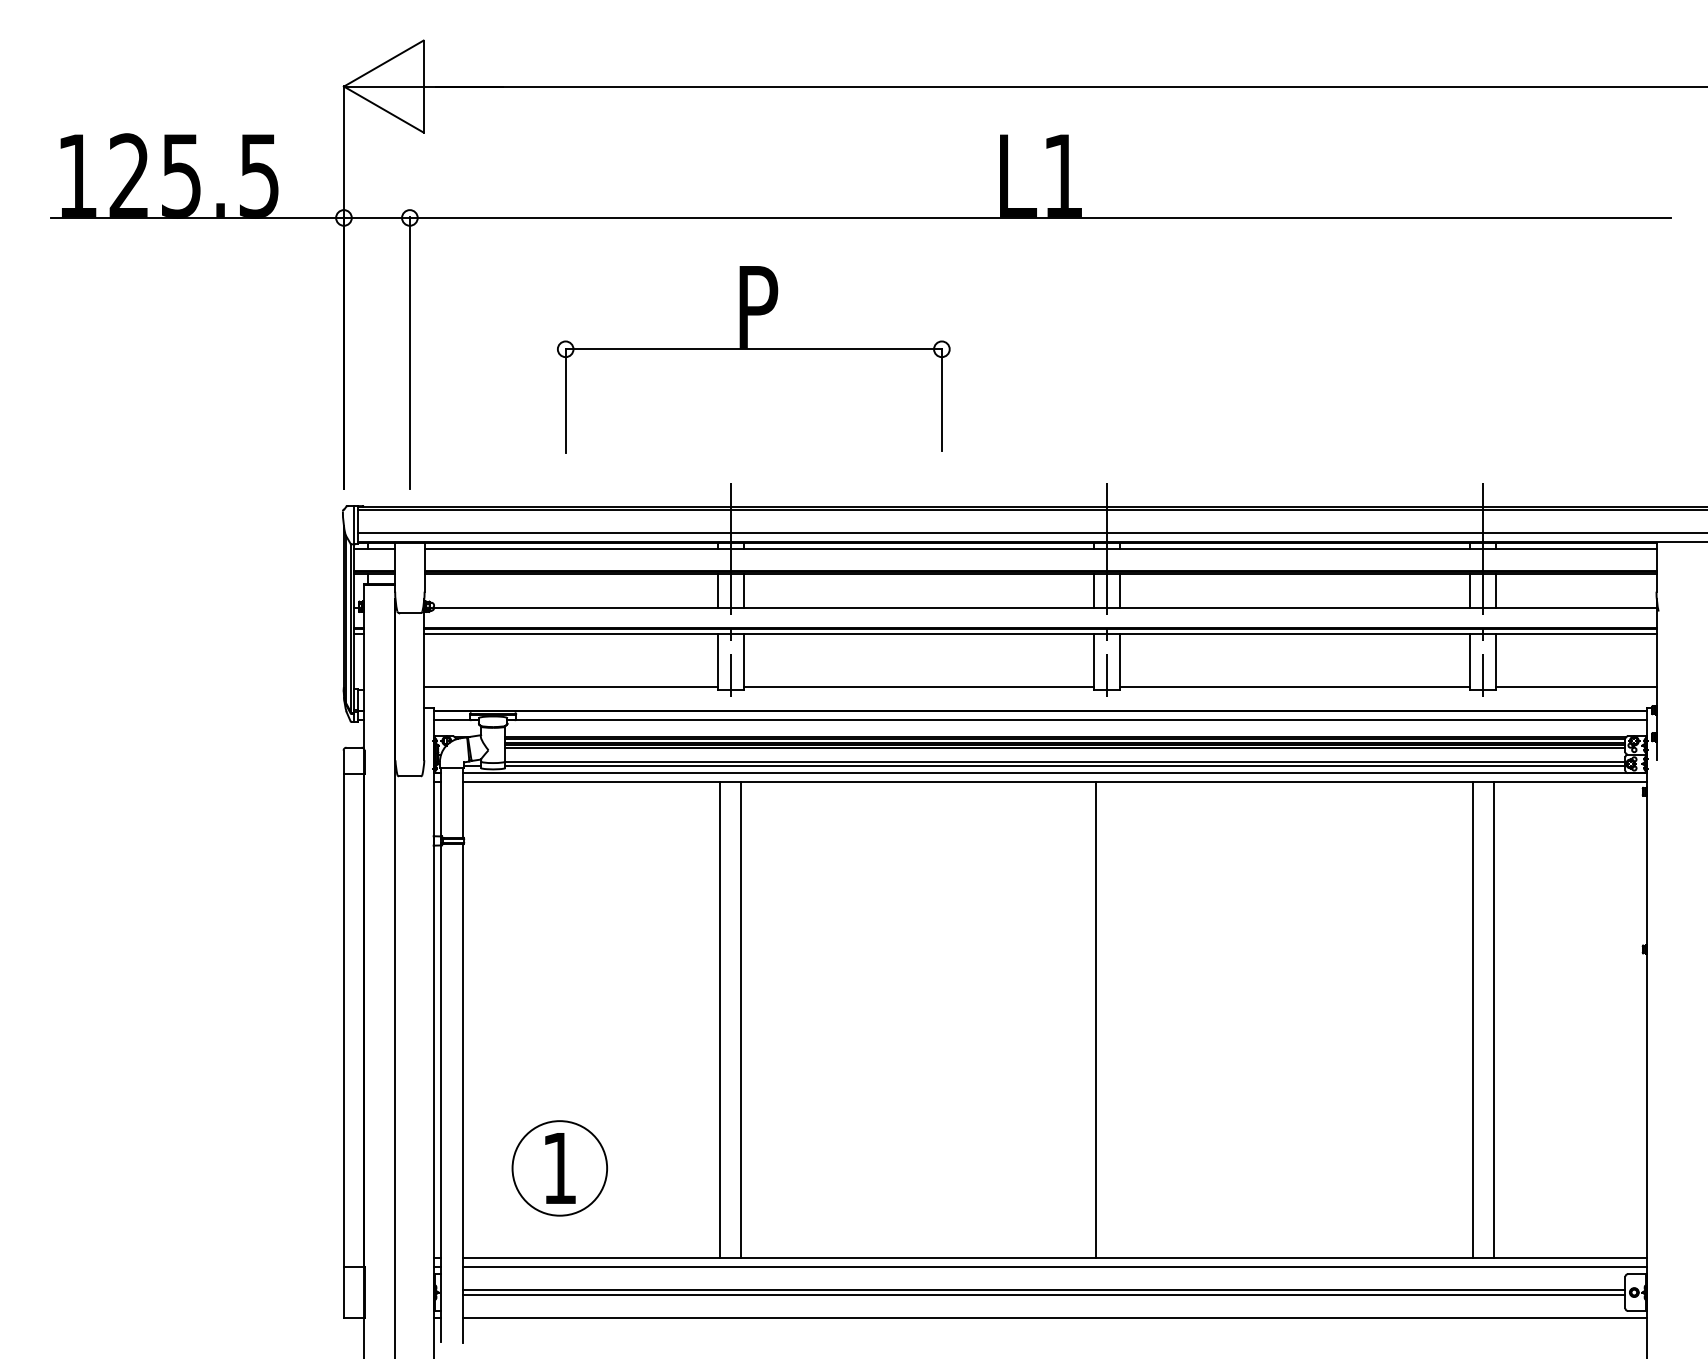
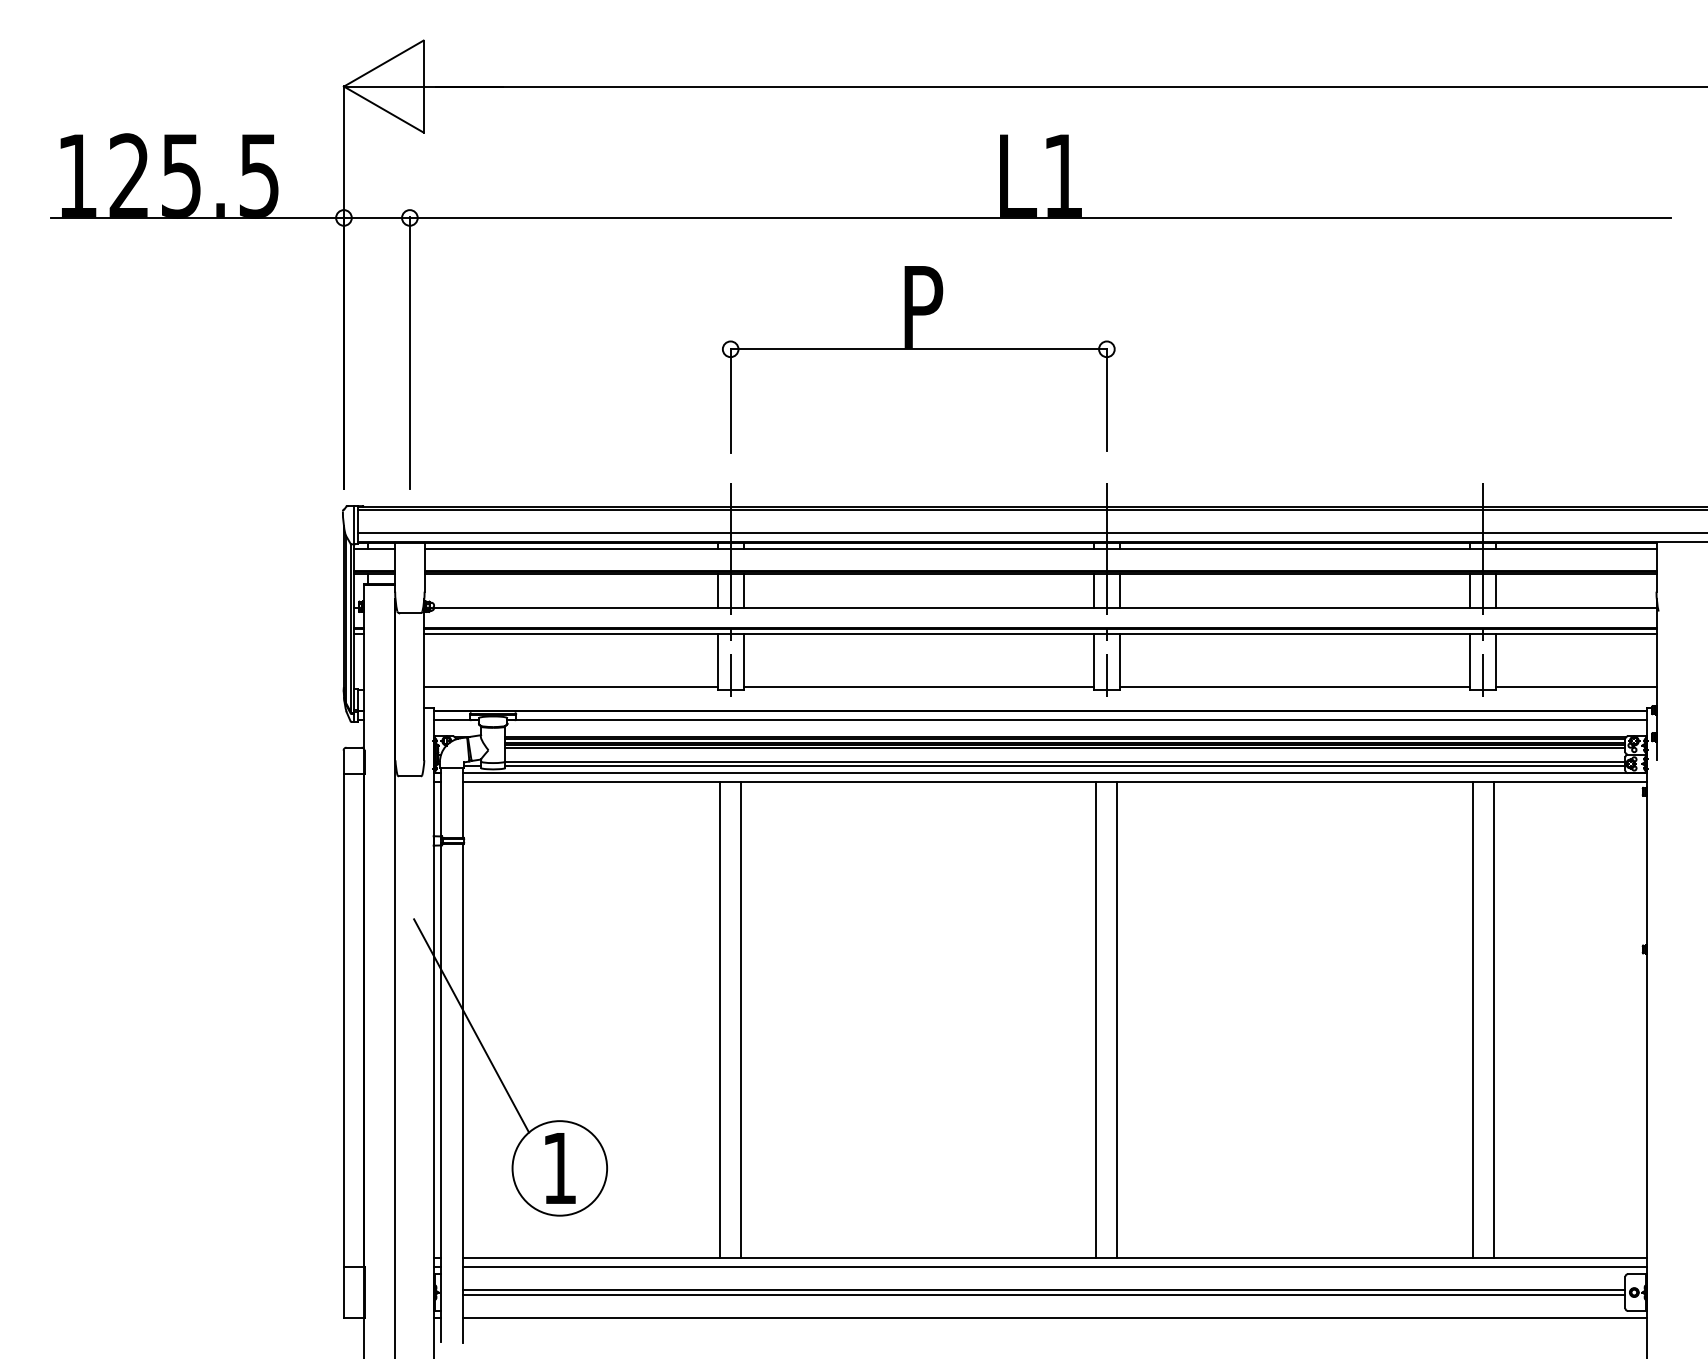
part at (753, 349) position: (753, 349) -> (918, 349)
line at (1117, 1019): none -> present
line at (471, 1025): none -> present
